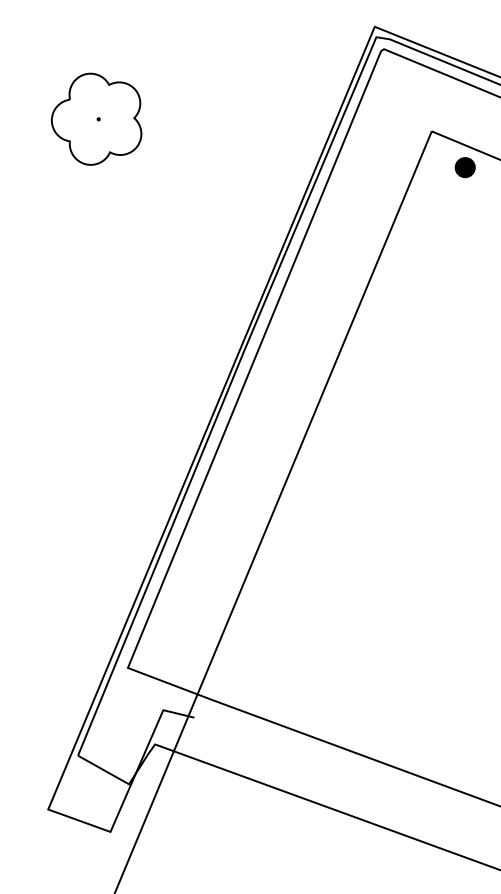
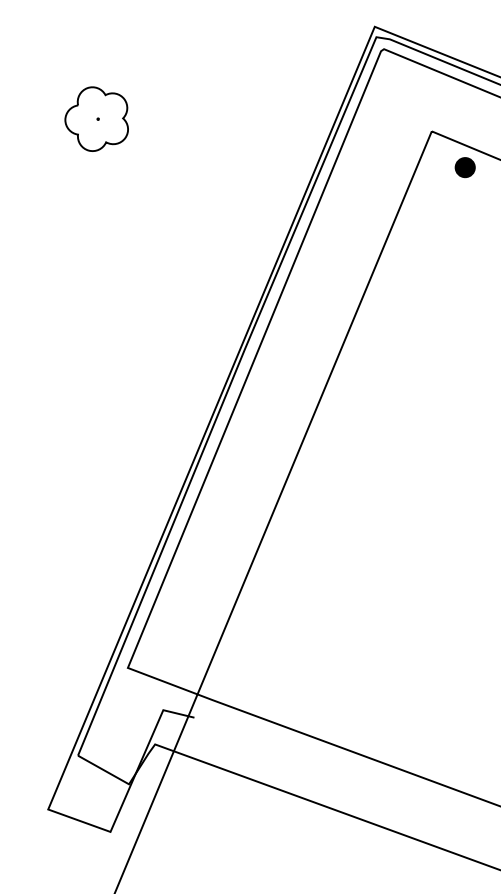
part at (96, 118) size: 92x94 px -> 65x66 px
